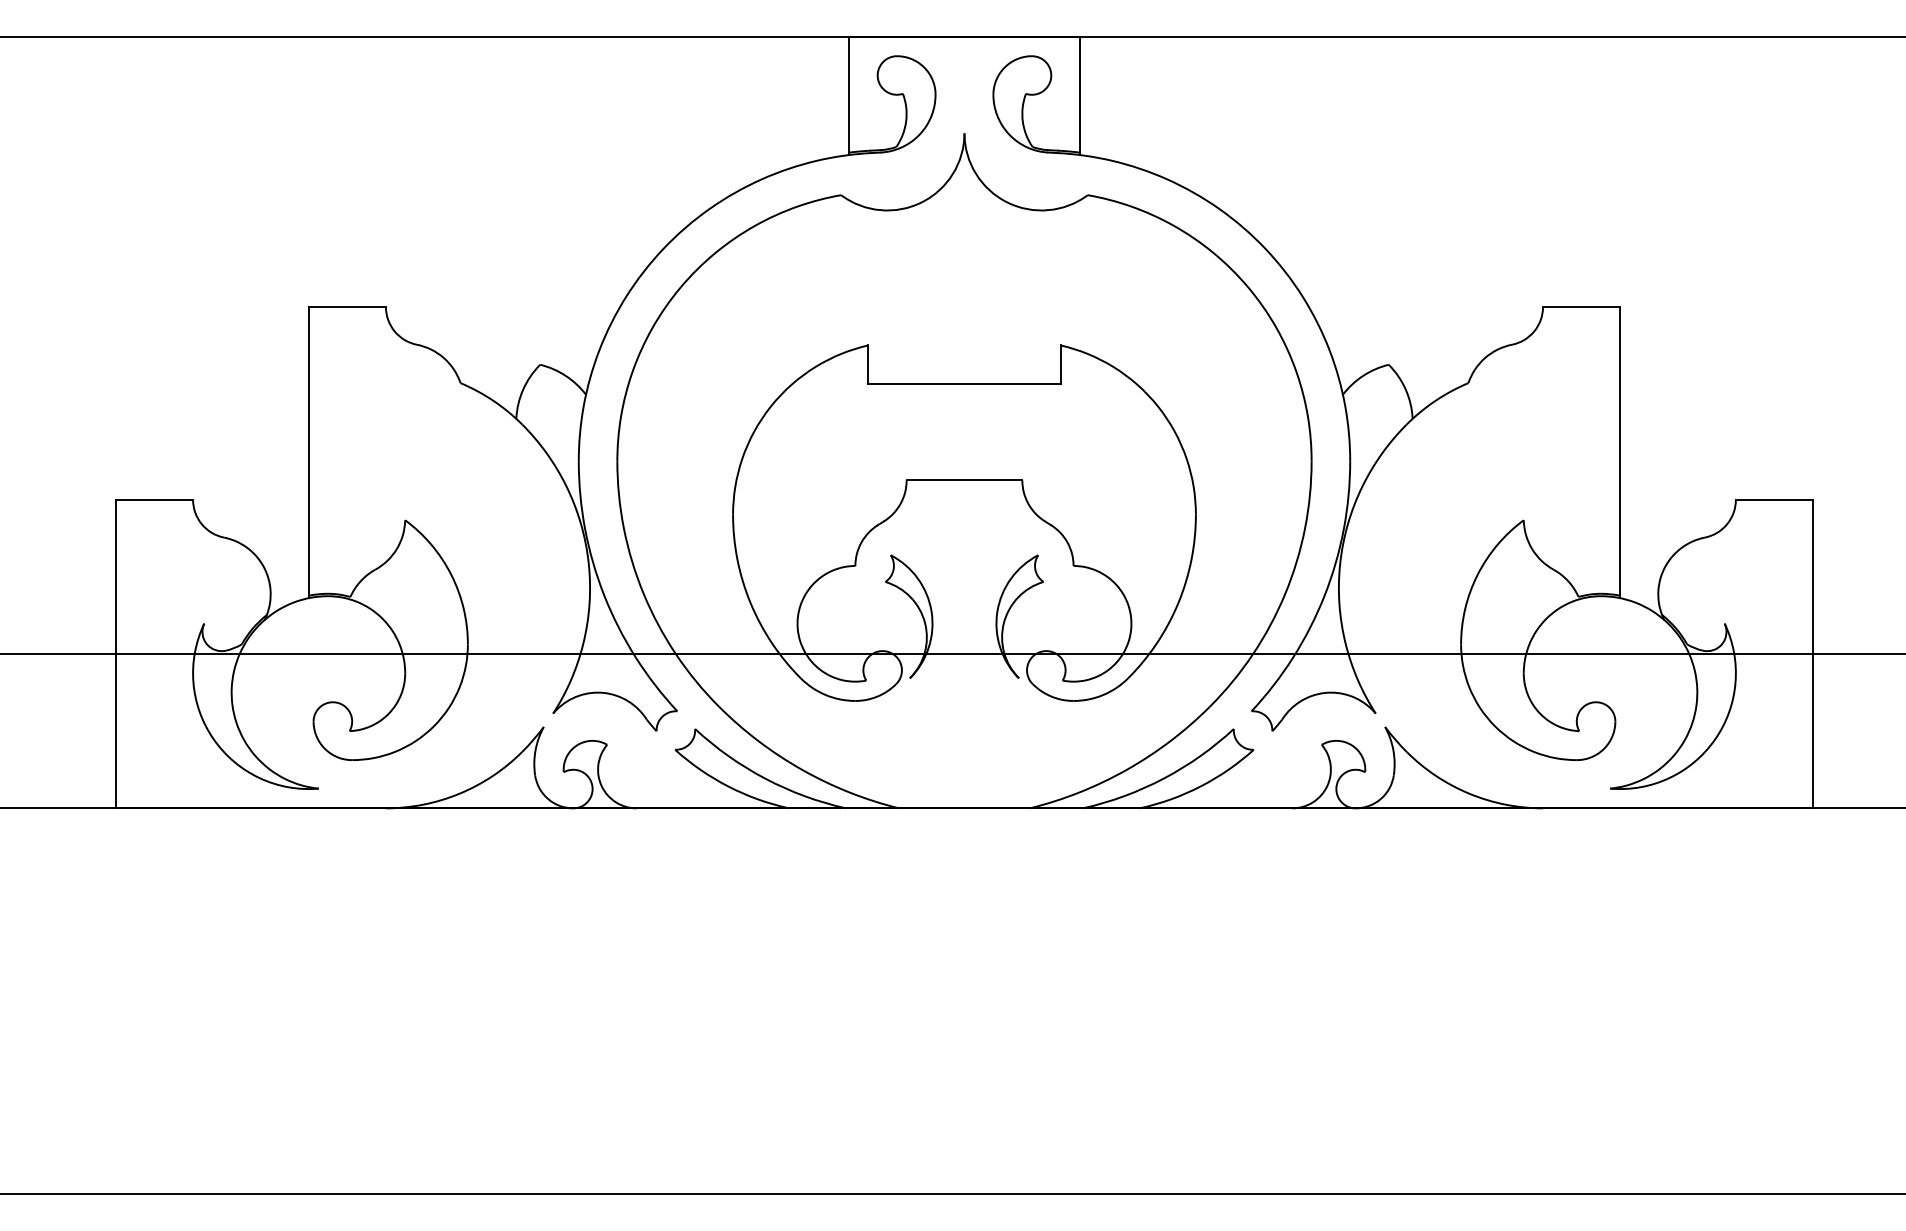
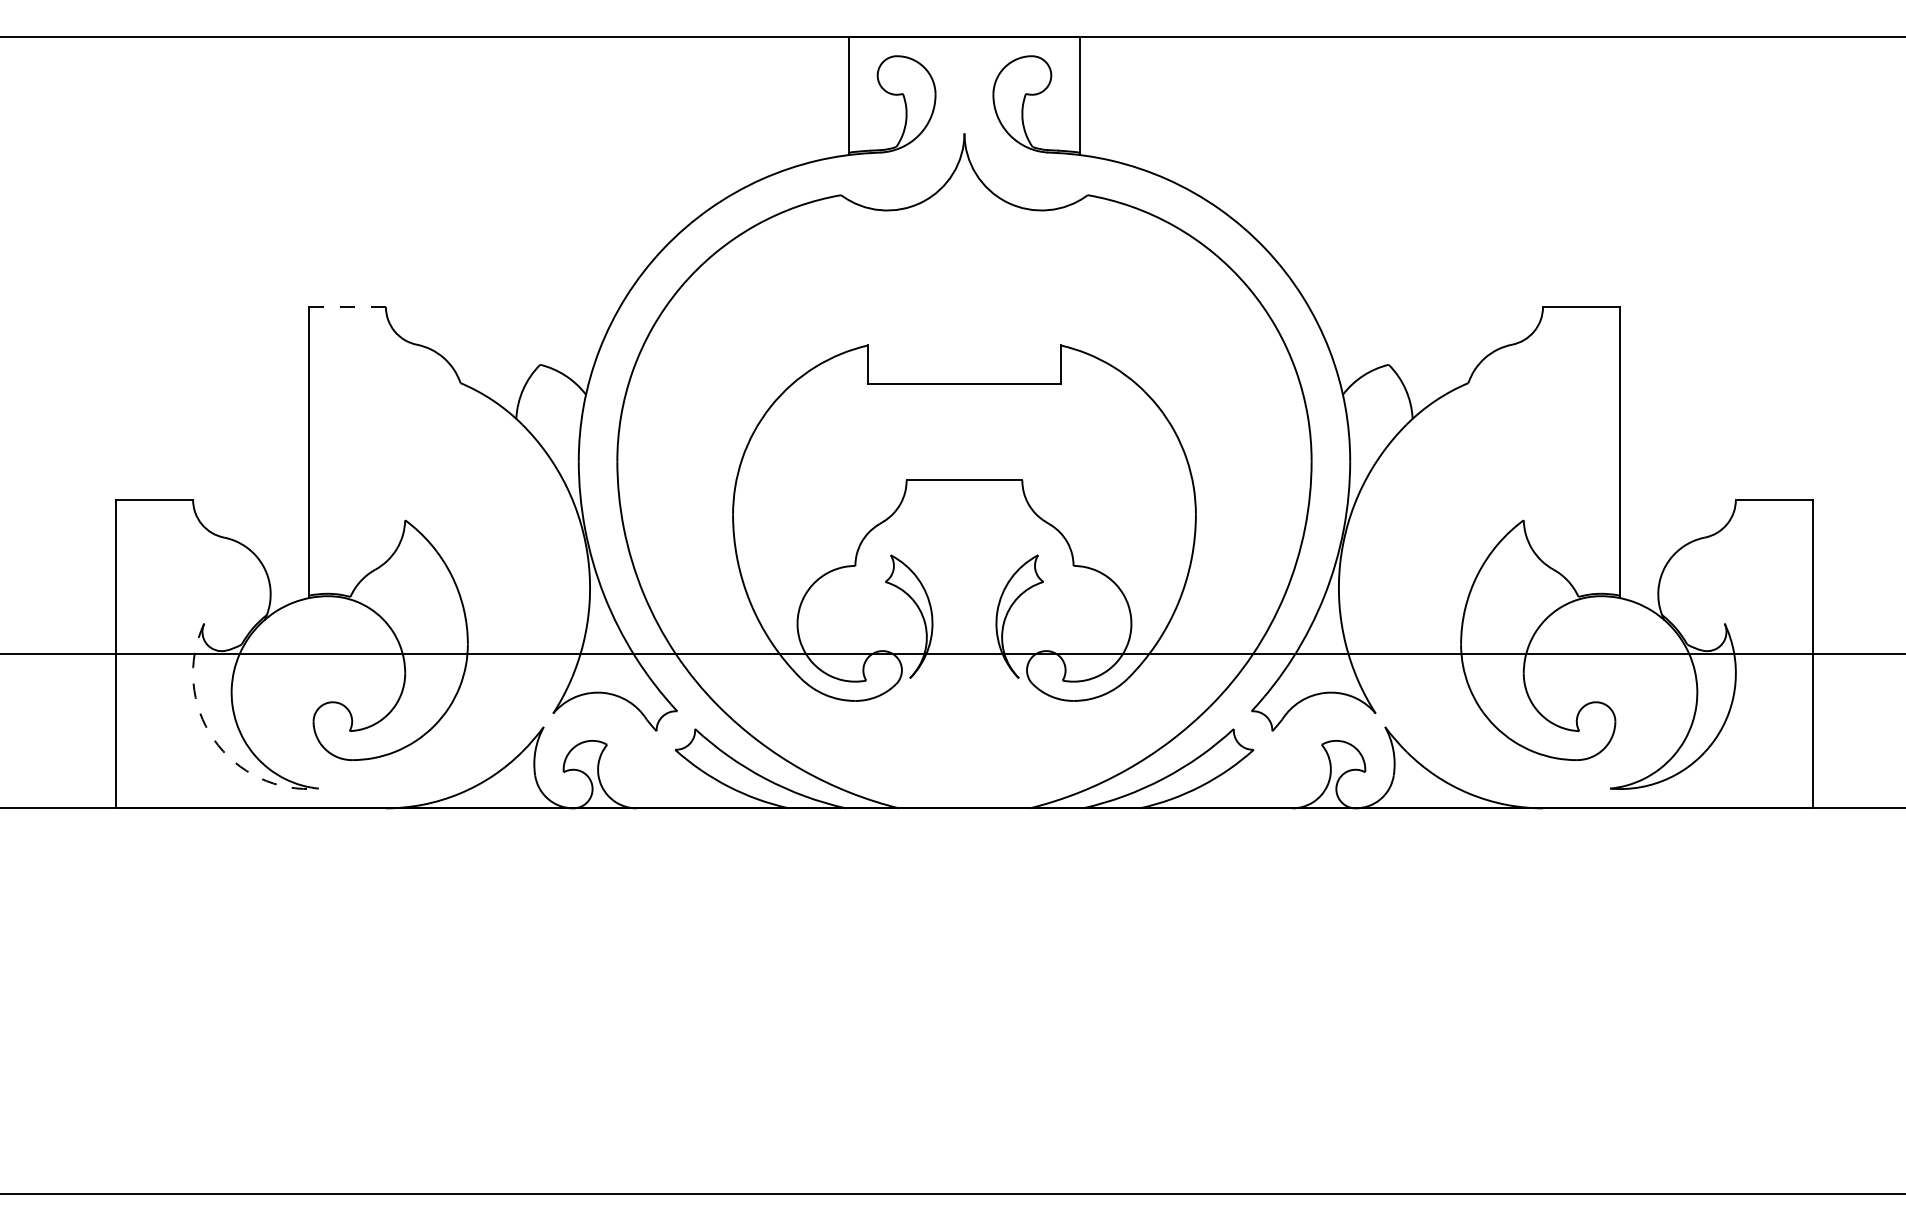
line at (347, 306): solid -> dashed
arc at (213, 739): solid -> dashed
